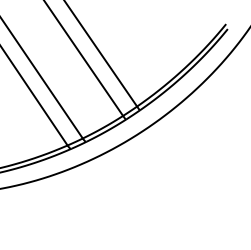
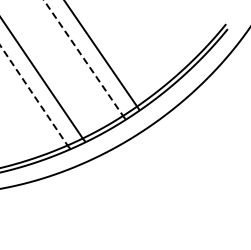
line at (83, 58): solid -> dashed
line at (34, 95): solid -> dashed
